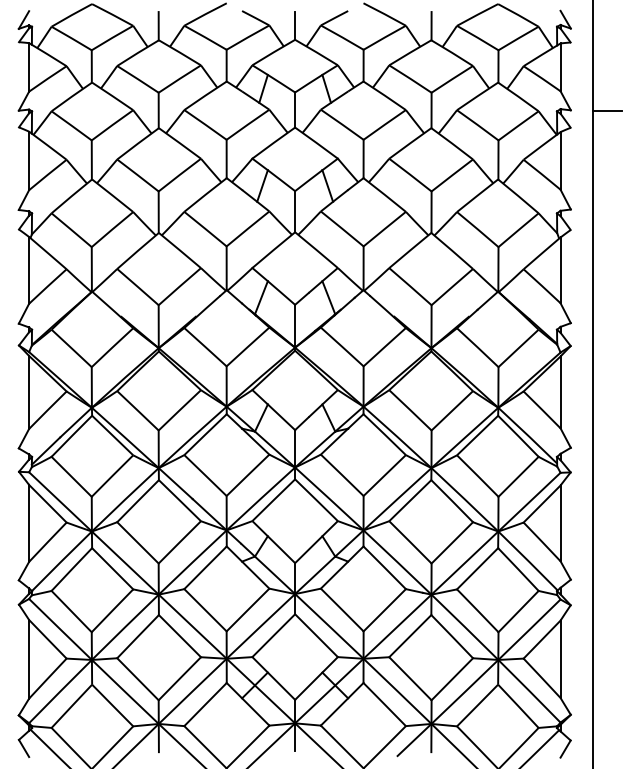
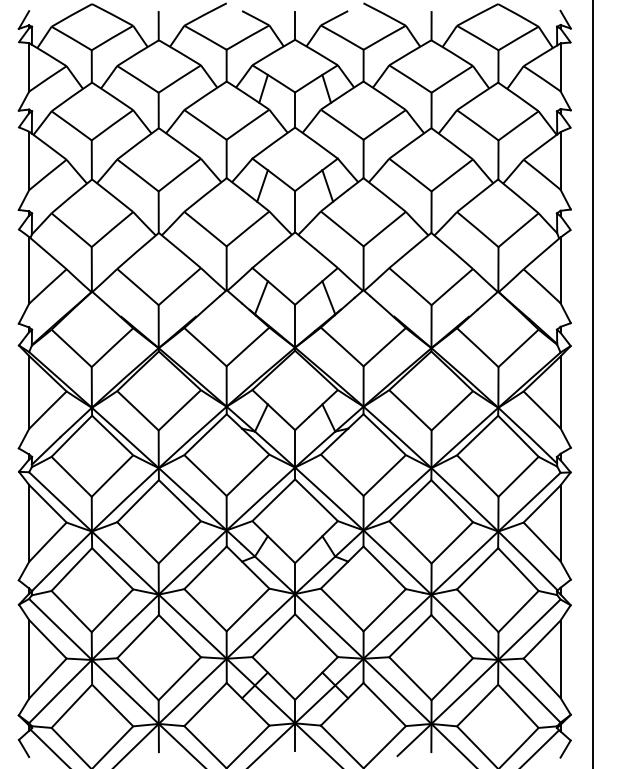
line at (607, 110): present -> none
